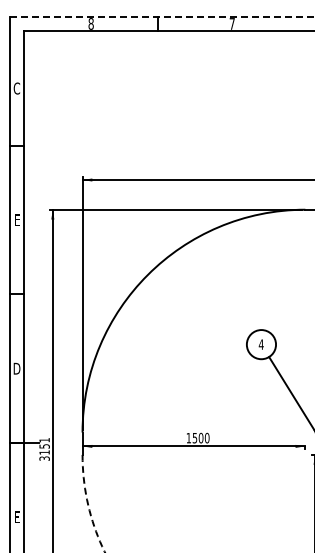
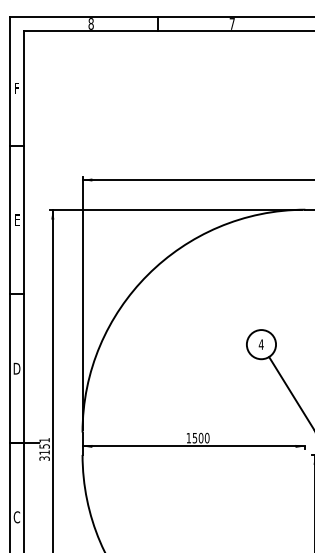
line at (162, 16): dashed -> solid
text at (16, 88): C -> F
arc at (88, 504): dashed -> solid
text at (16, 517): E -> C
